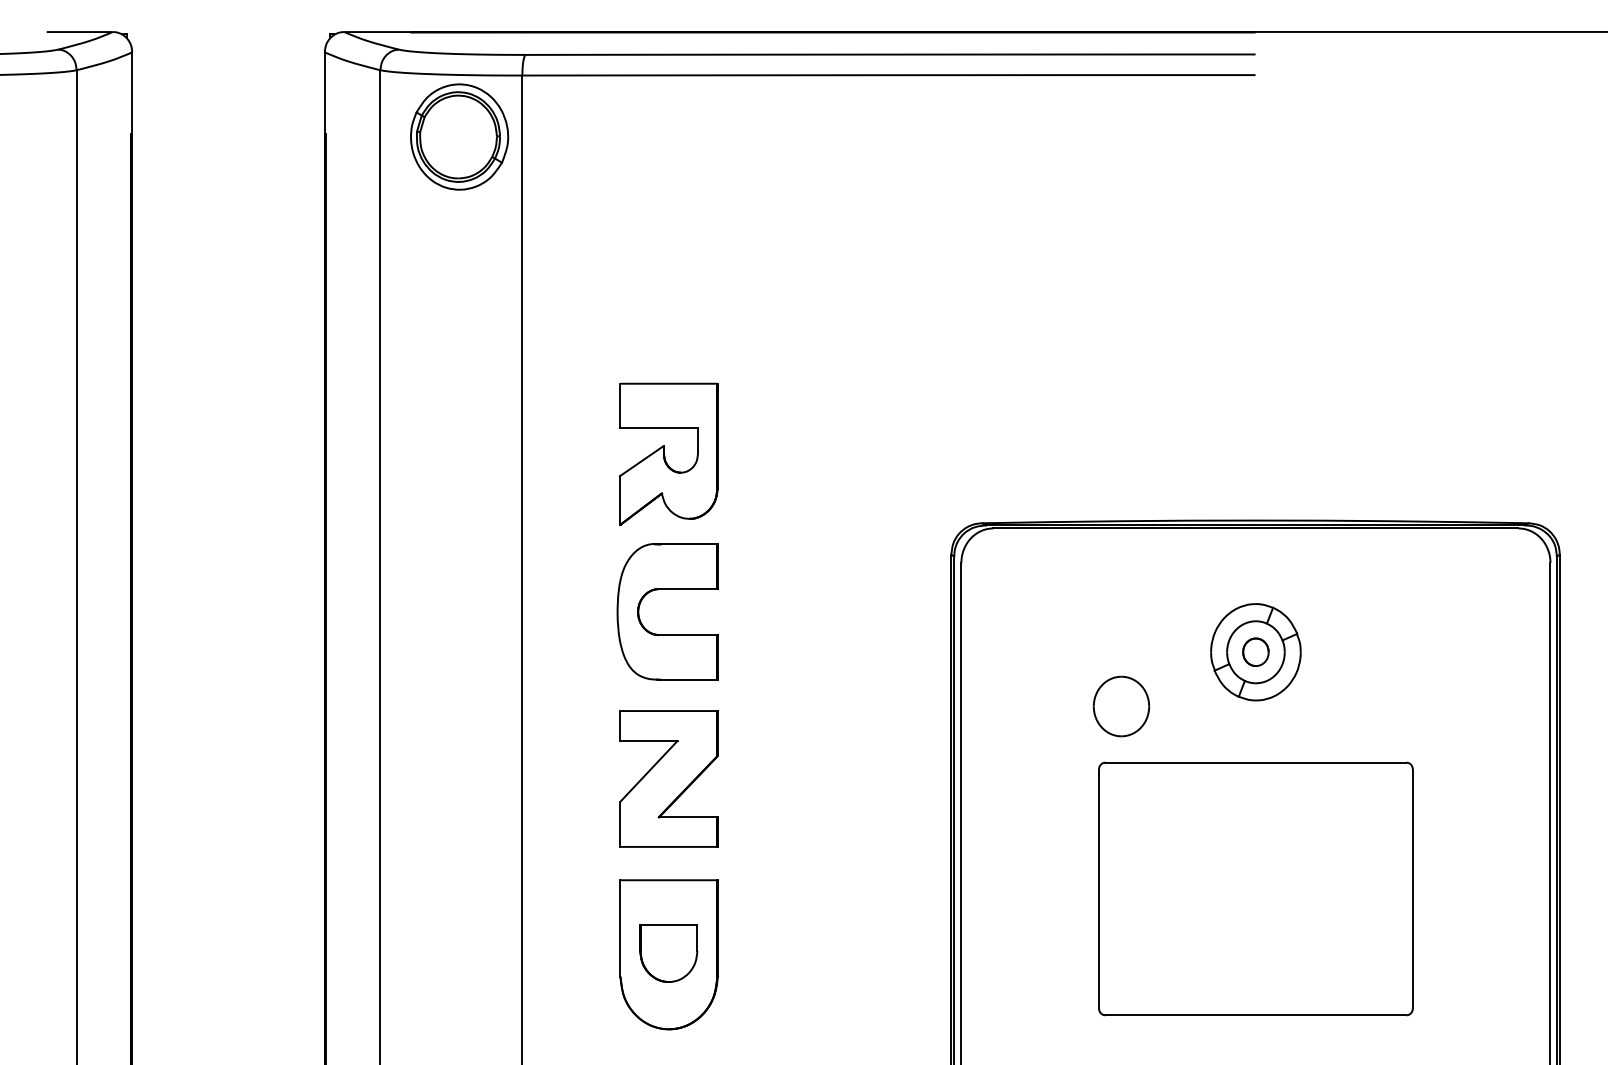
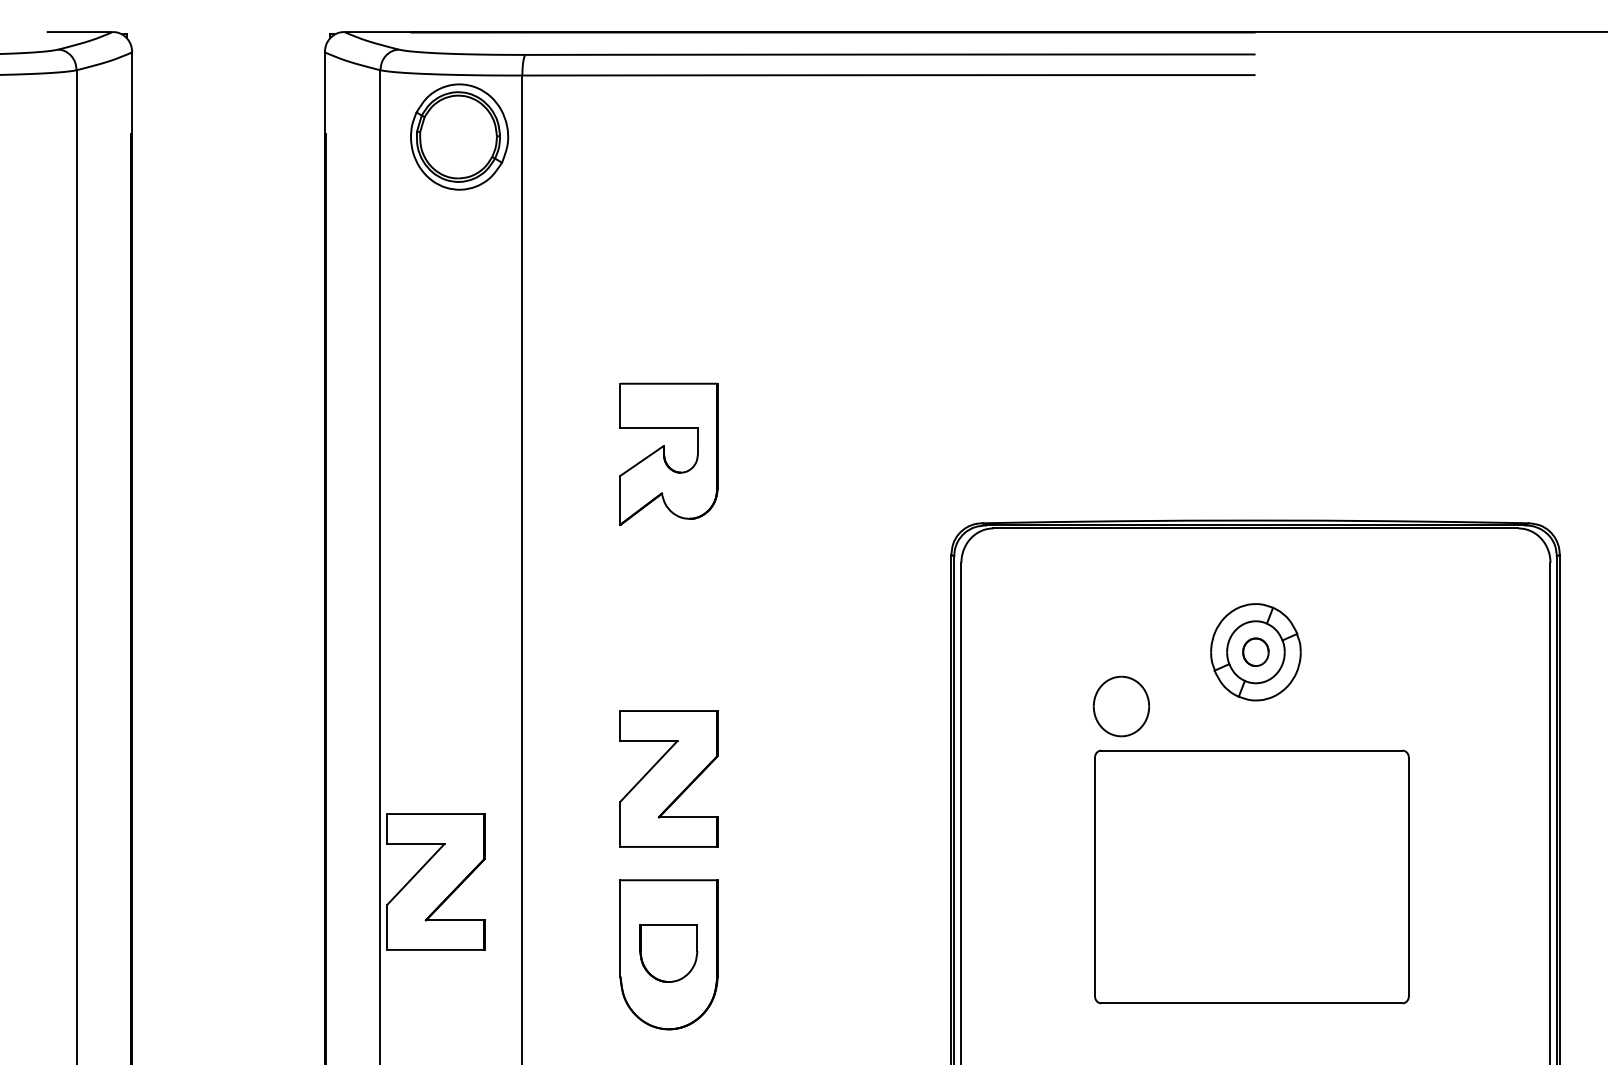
part at (667, 589): present -> none
part at (435, 881): none -> present
part at (1255, 888) position: (1255, 888) -> (1251, 876)
